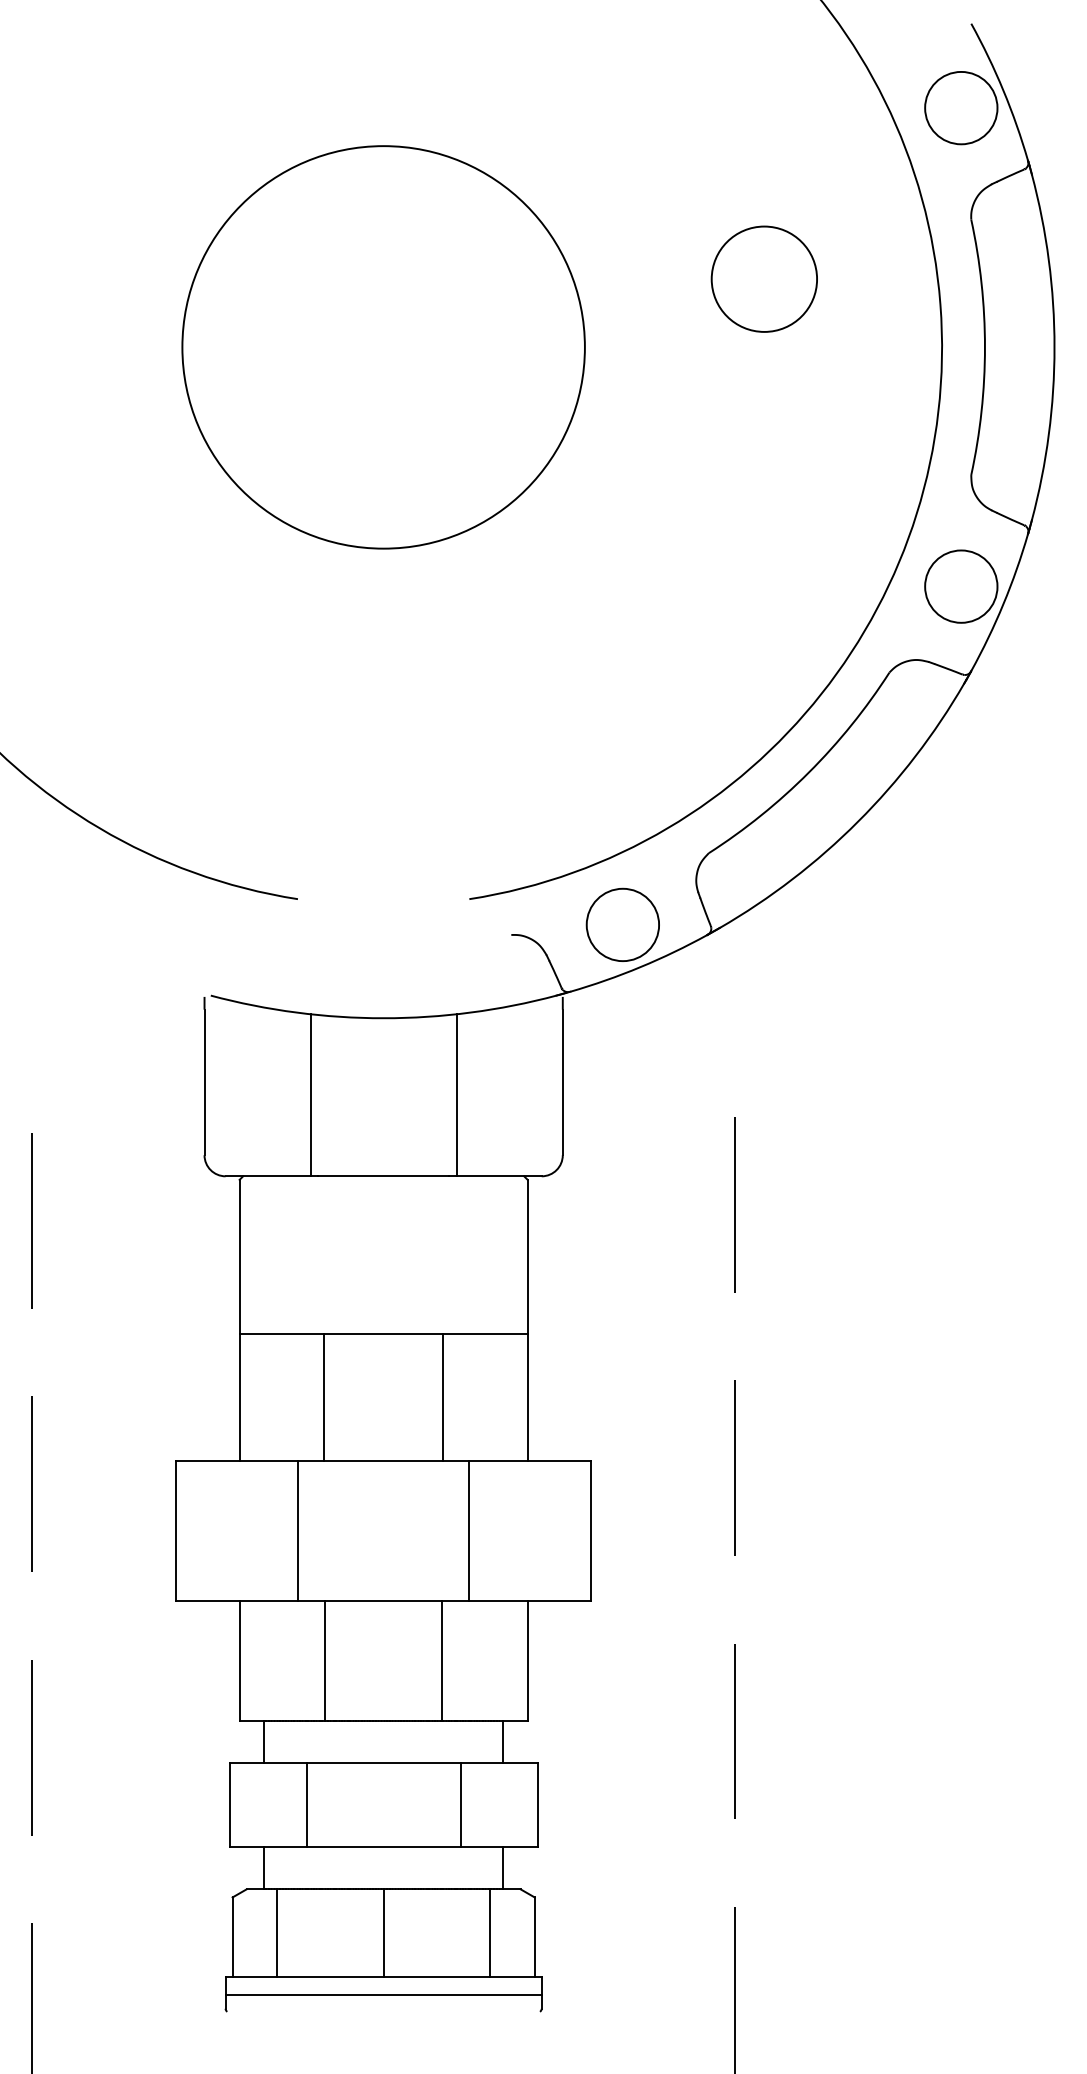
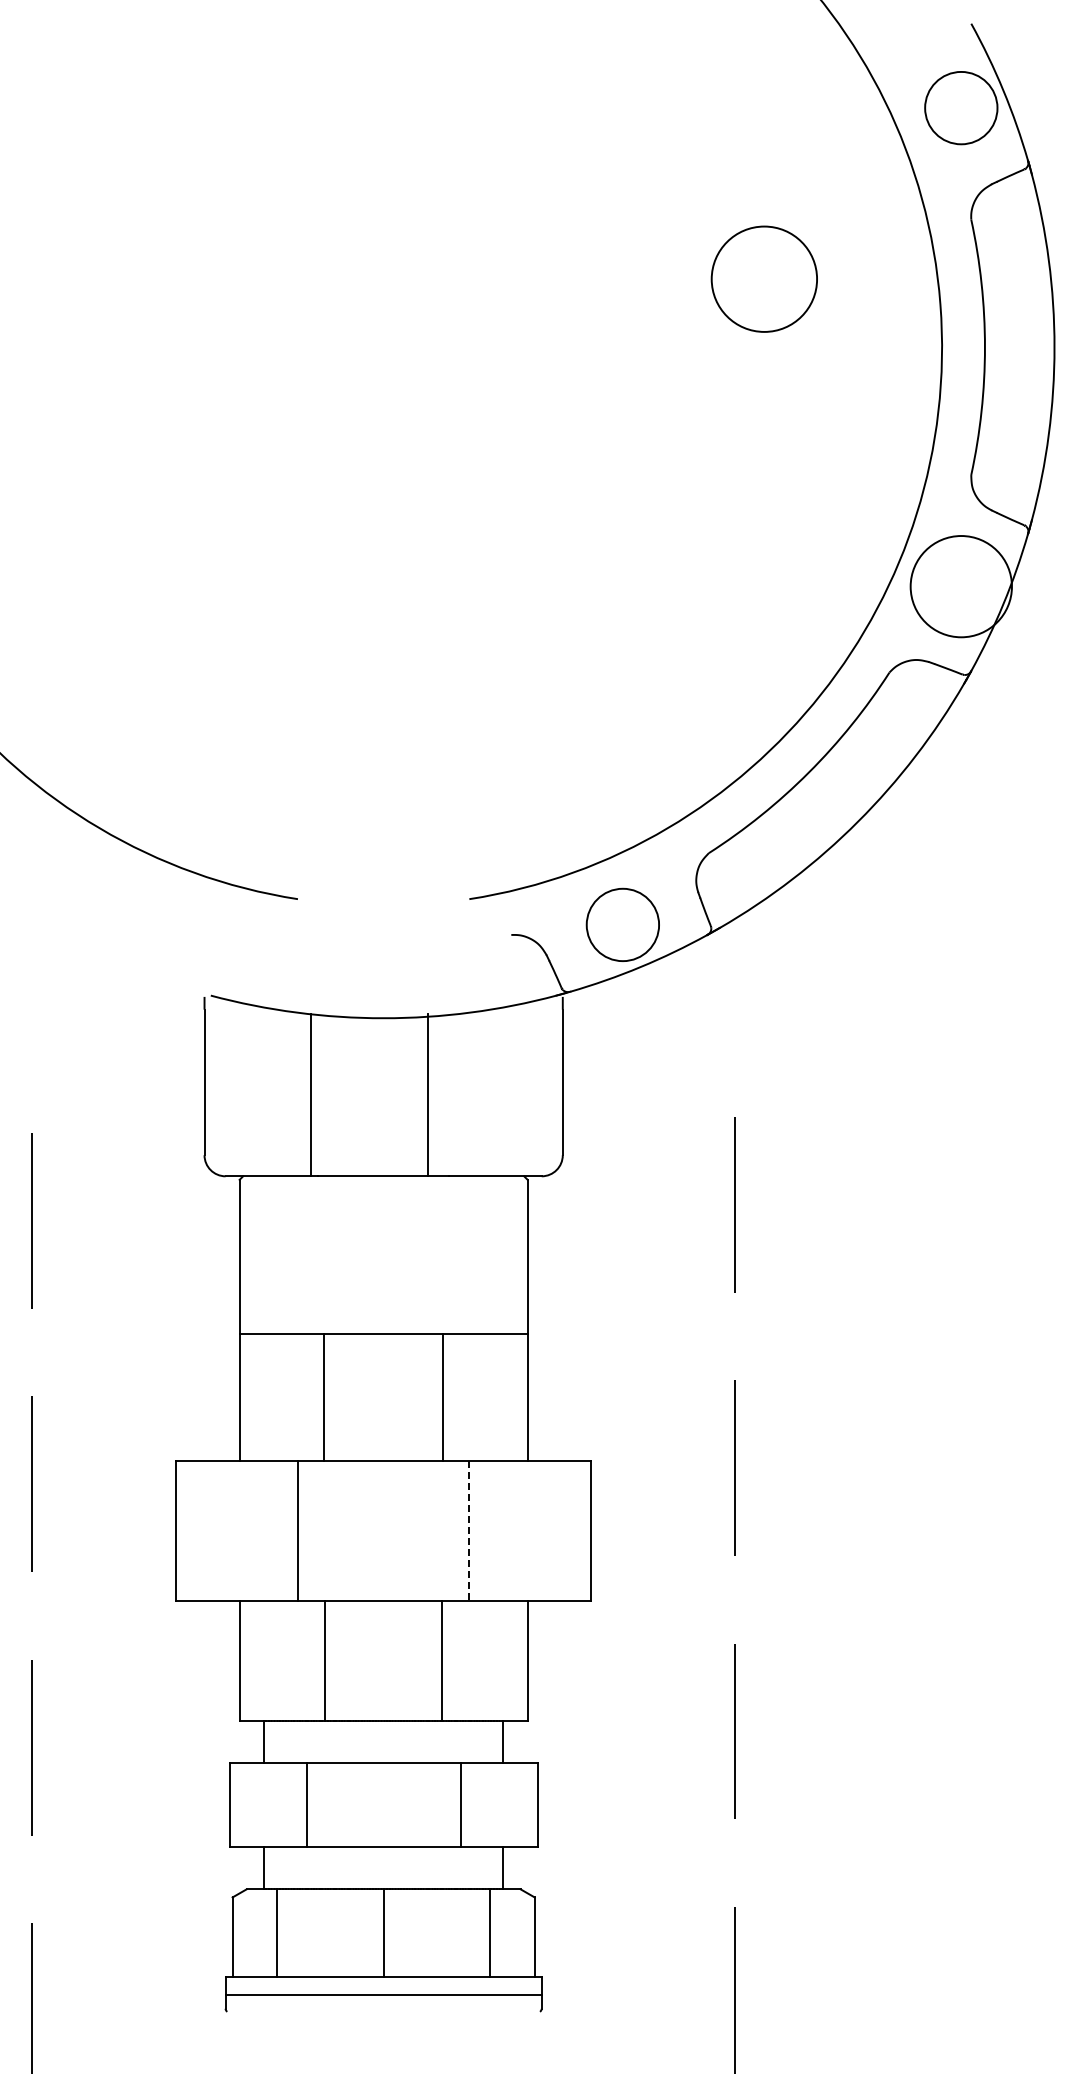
circle at (383, 347): present -> none
circle at (961, 586) diameter: 72 px -> 101 px
line at (456, 1095) position: (456, 1095) -> (427, 1095)
line at (468, 1531): solid -> dashed
